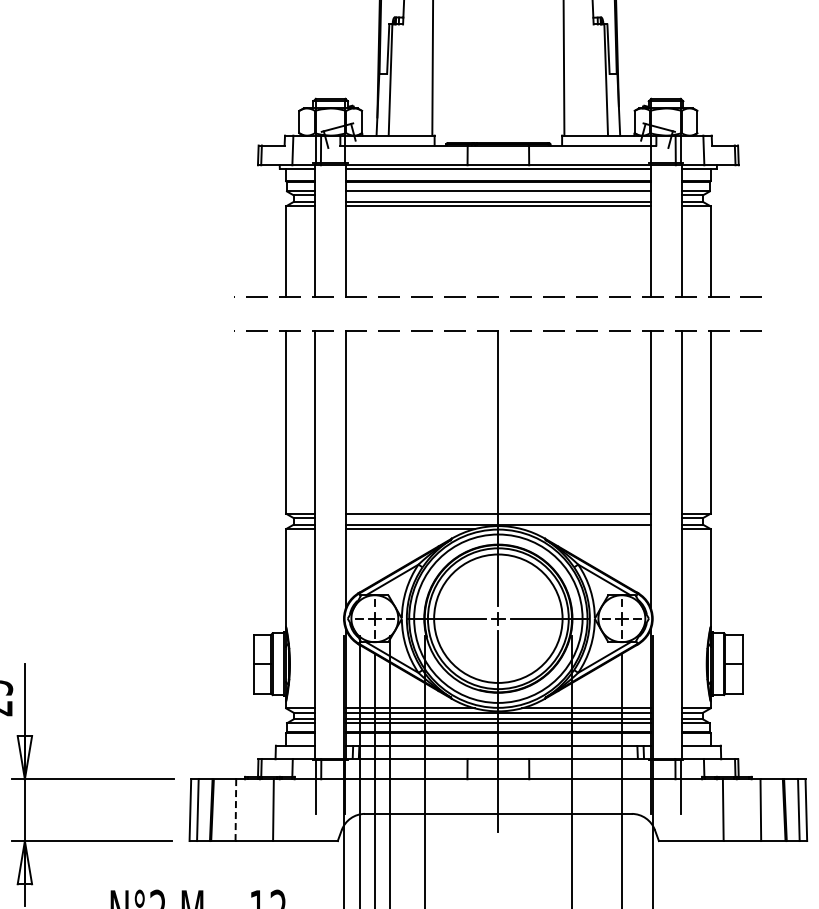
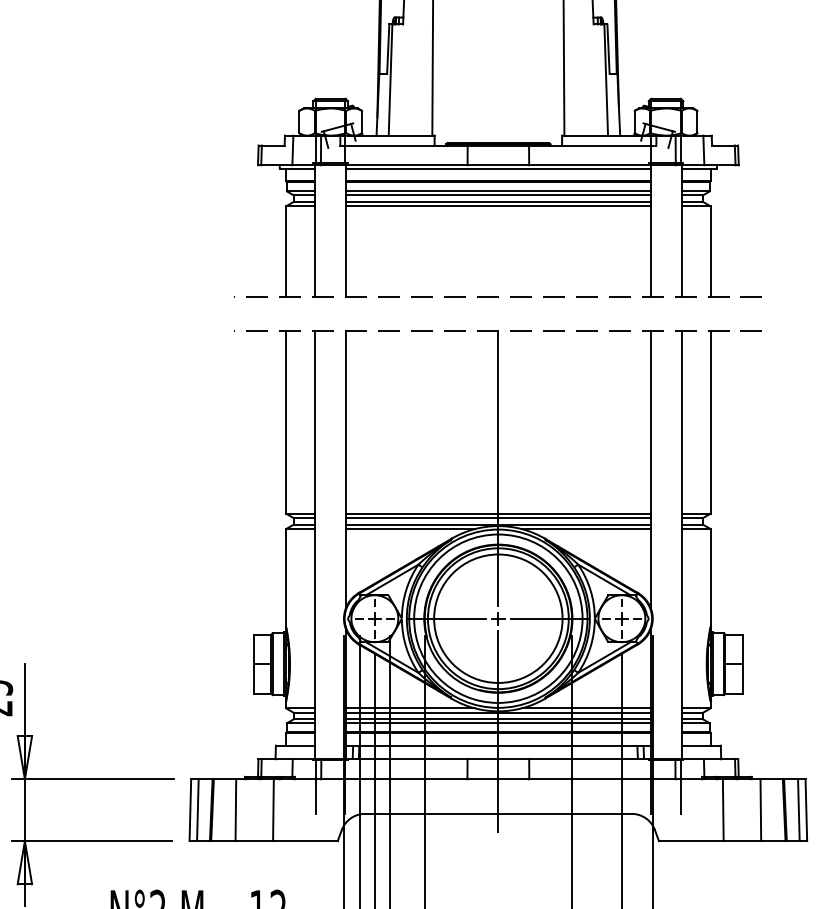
line at (498, 195): none -> present
line at (498, 518): none -> present
line at (585, 529): none -> present
line at (235, 810): dashed -> solid
